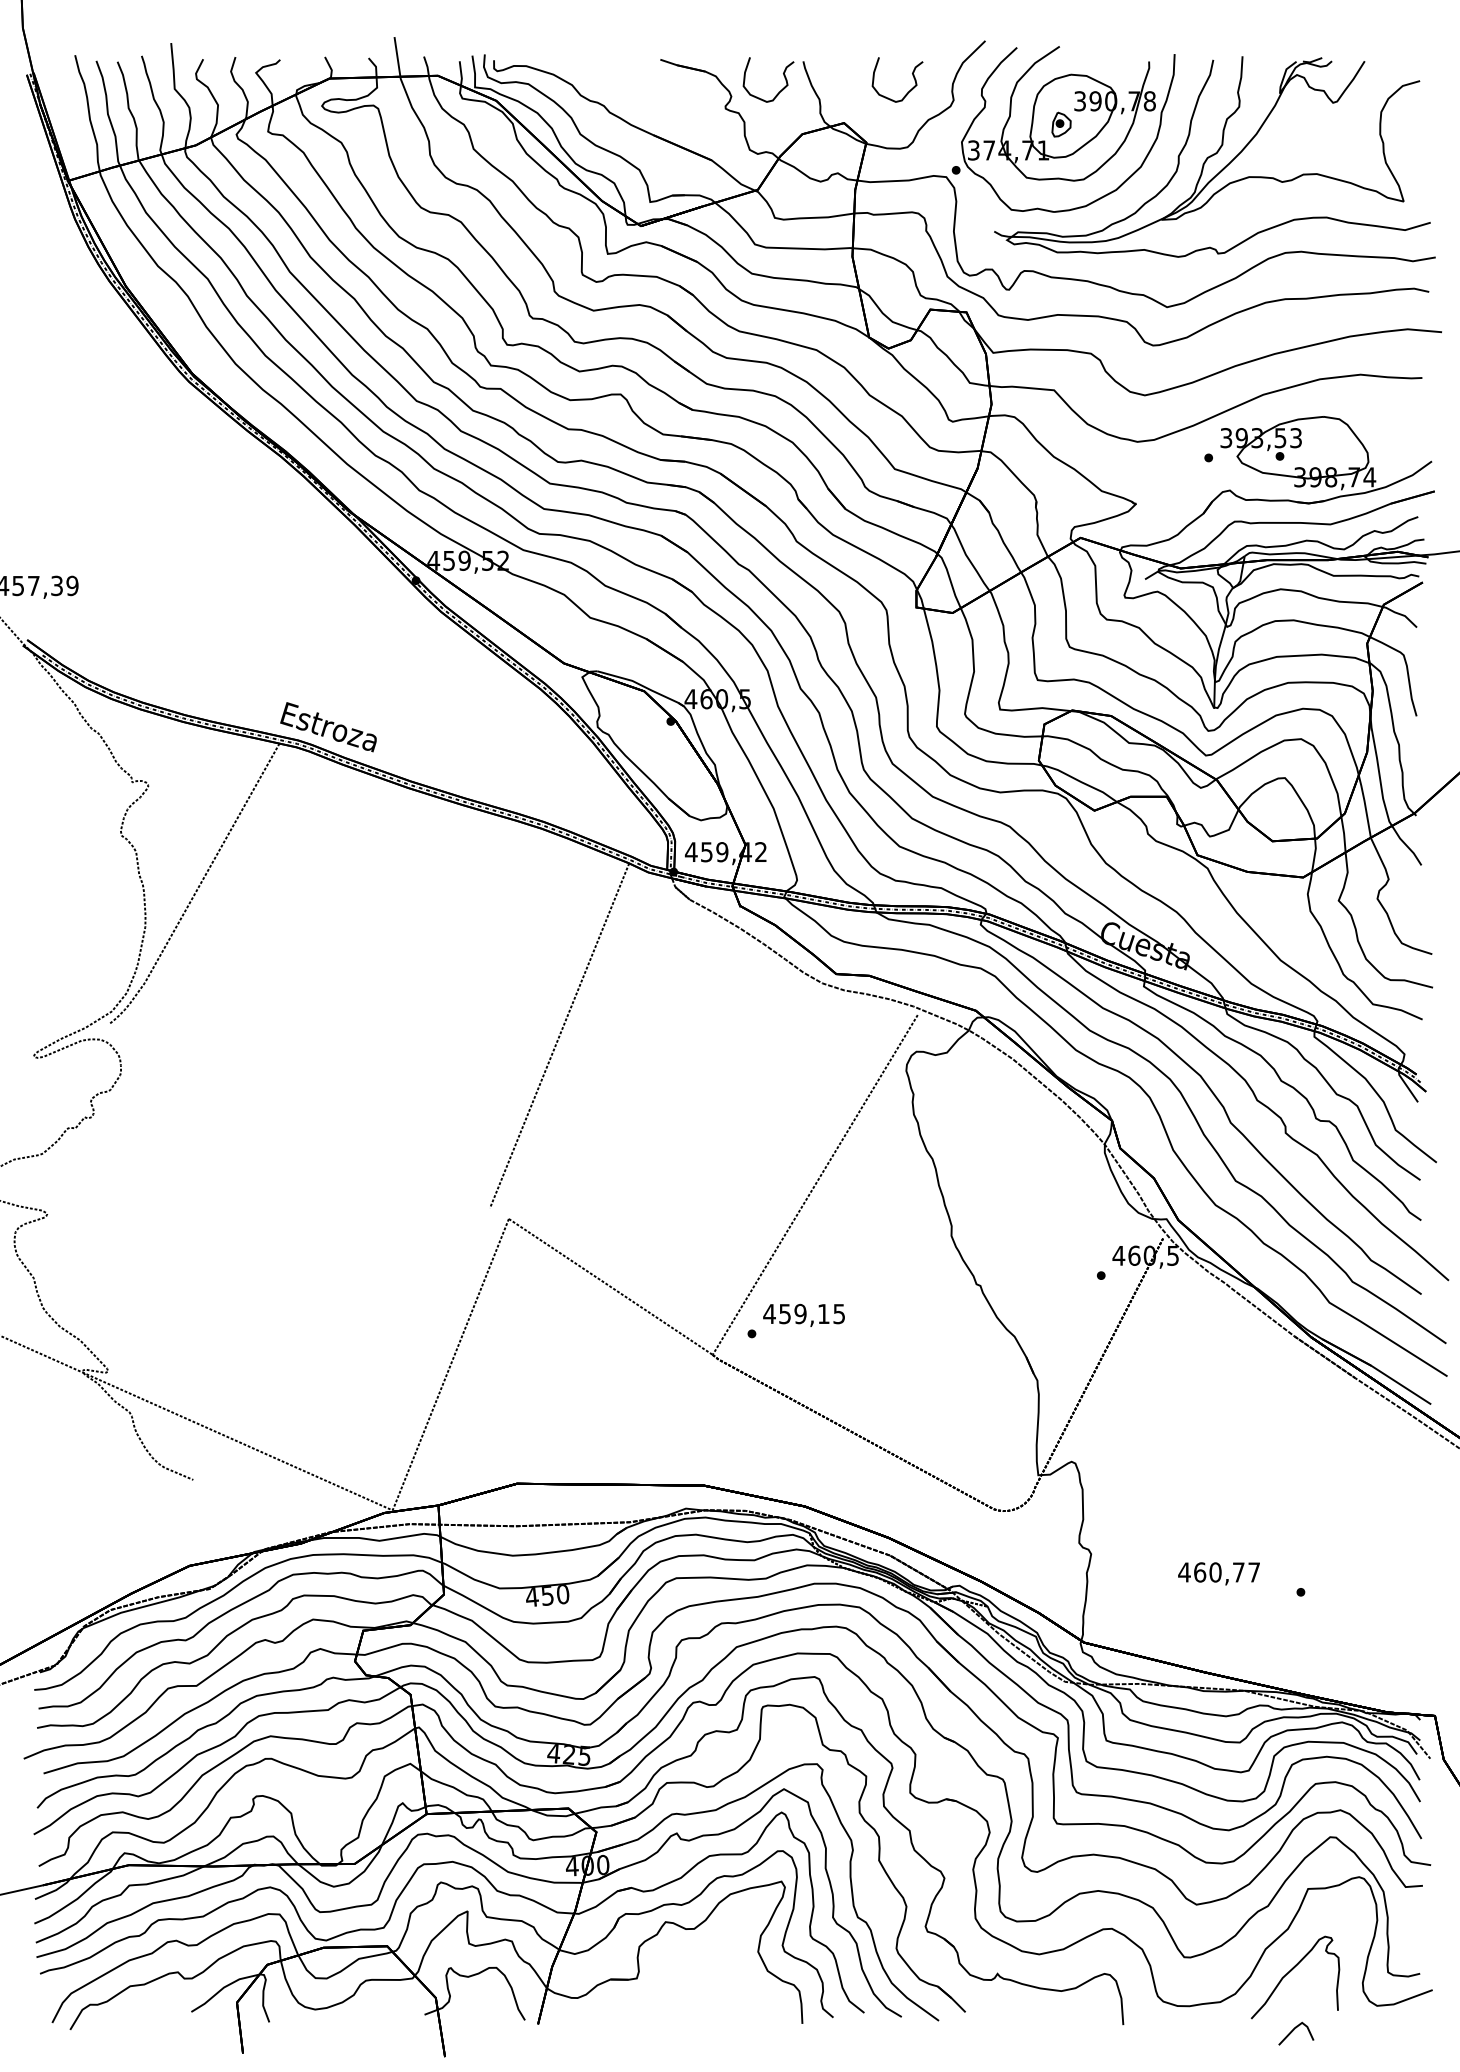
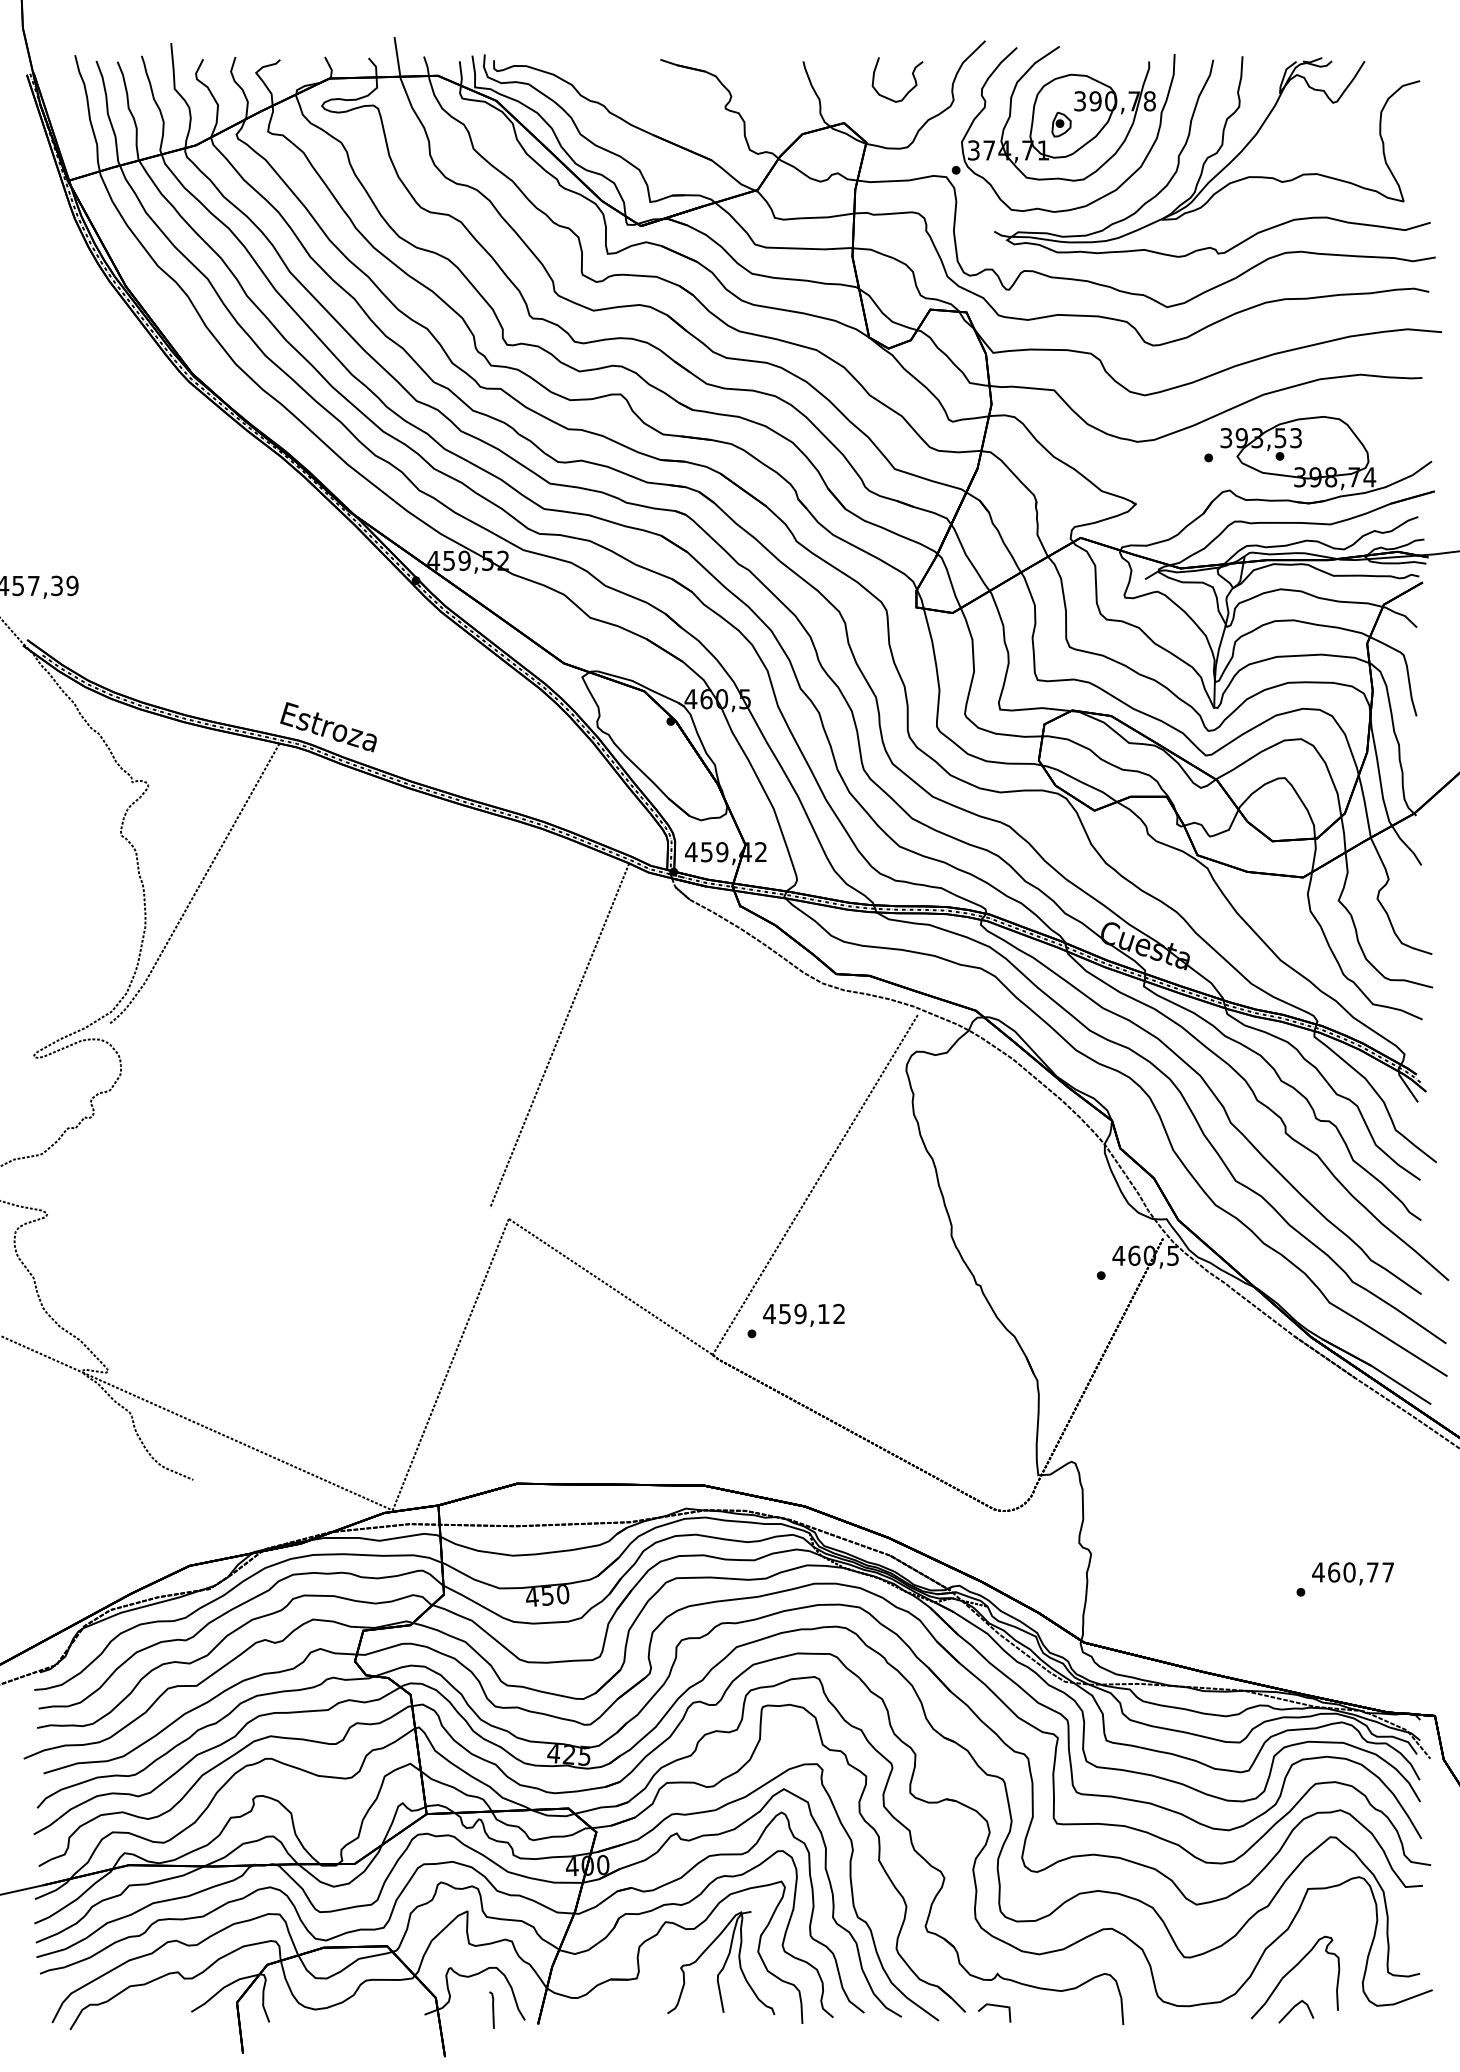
curve at (783, 75): present -> none
text at (838, 1313): 459,15 -> 459,12
text at (1218, 1573) position: (1218, 1573) -> (1352, 1573)
part at (721, 1962): none -> present
line at (994, 2006): none -> present
line at (492, 2009): none -> present
line at (1294, 2030) position: (1294, 2030) -> (1294, 2008)
